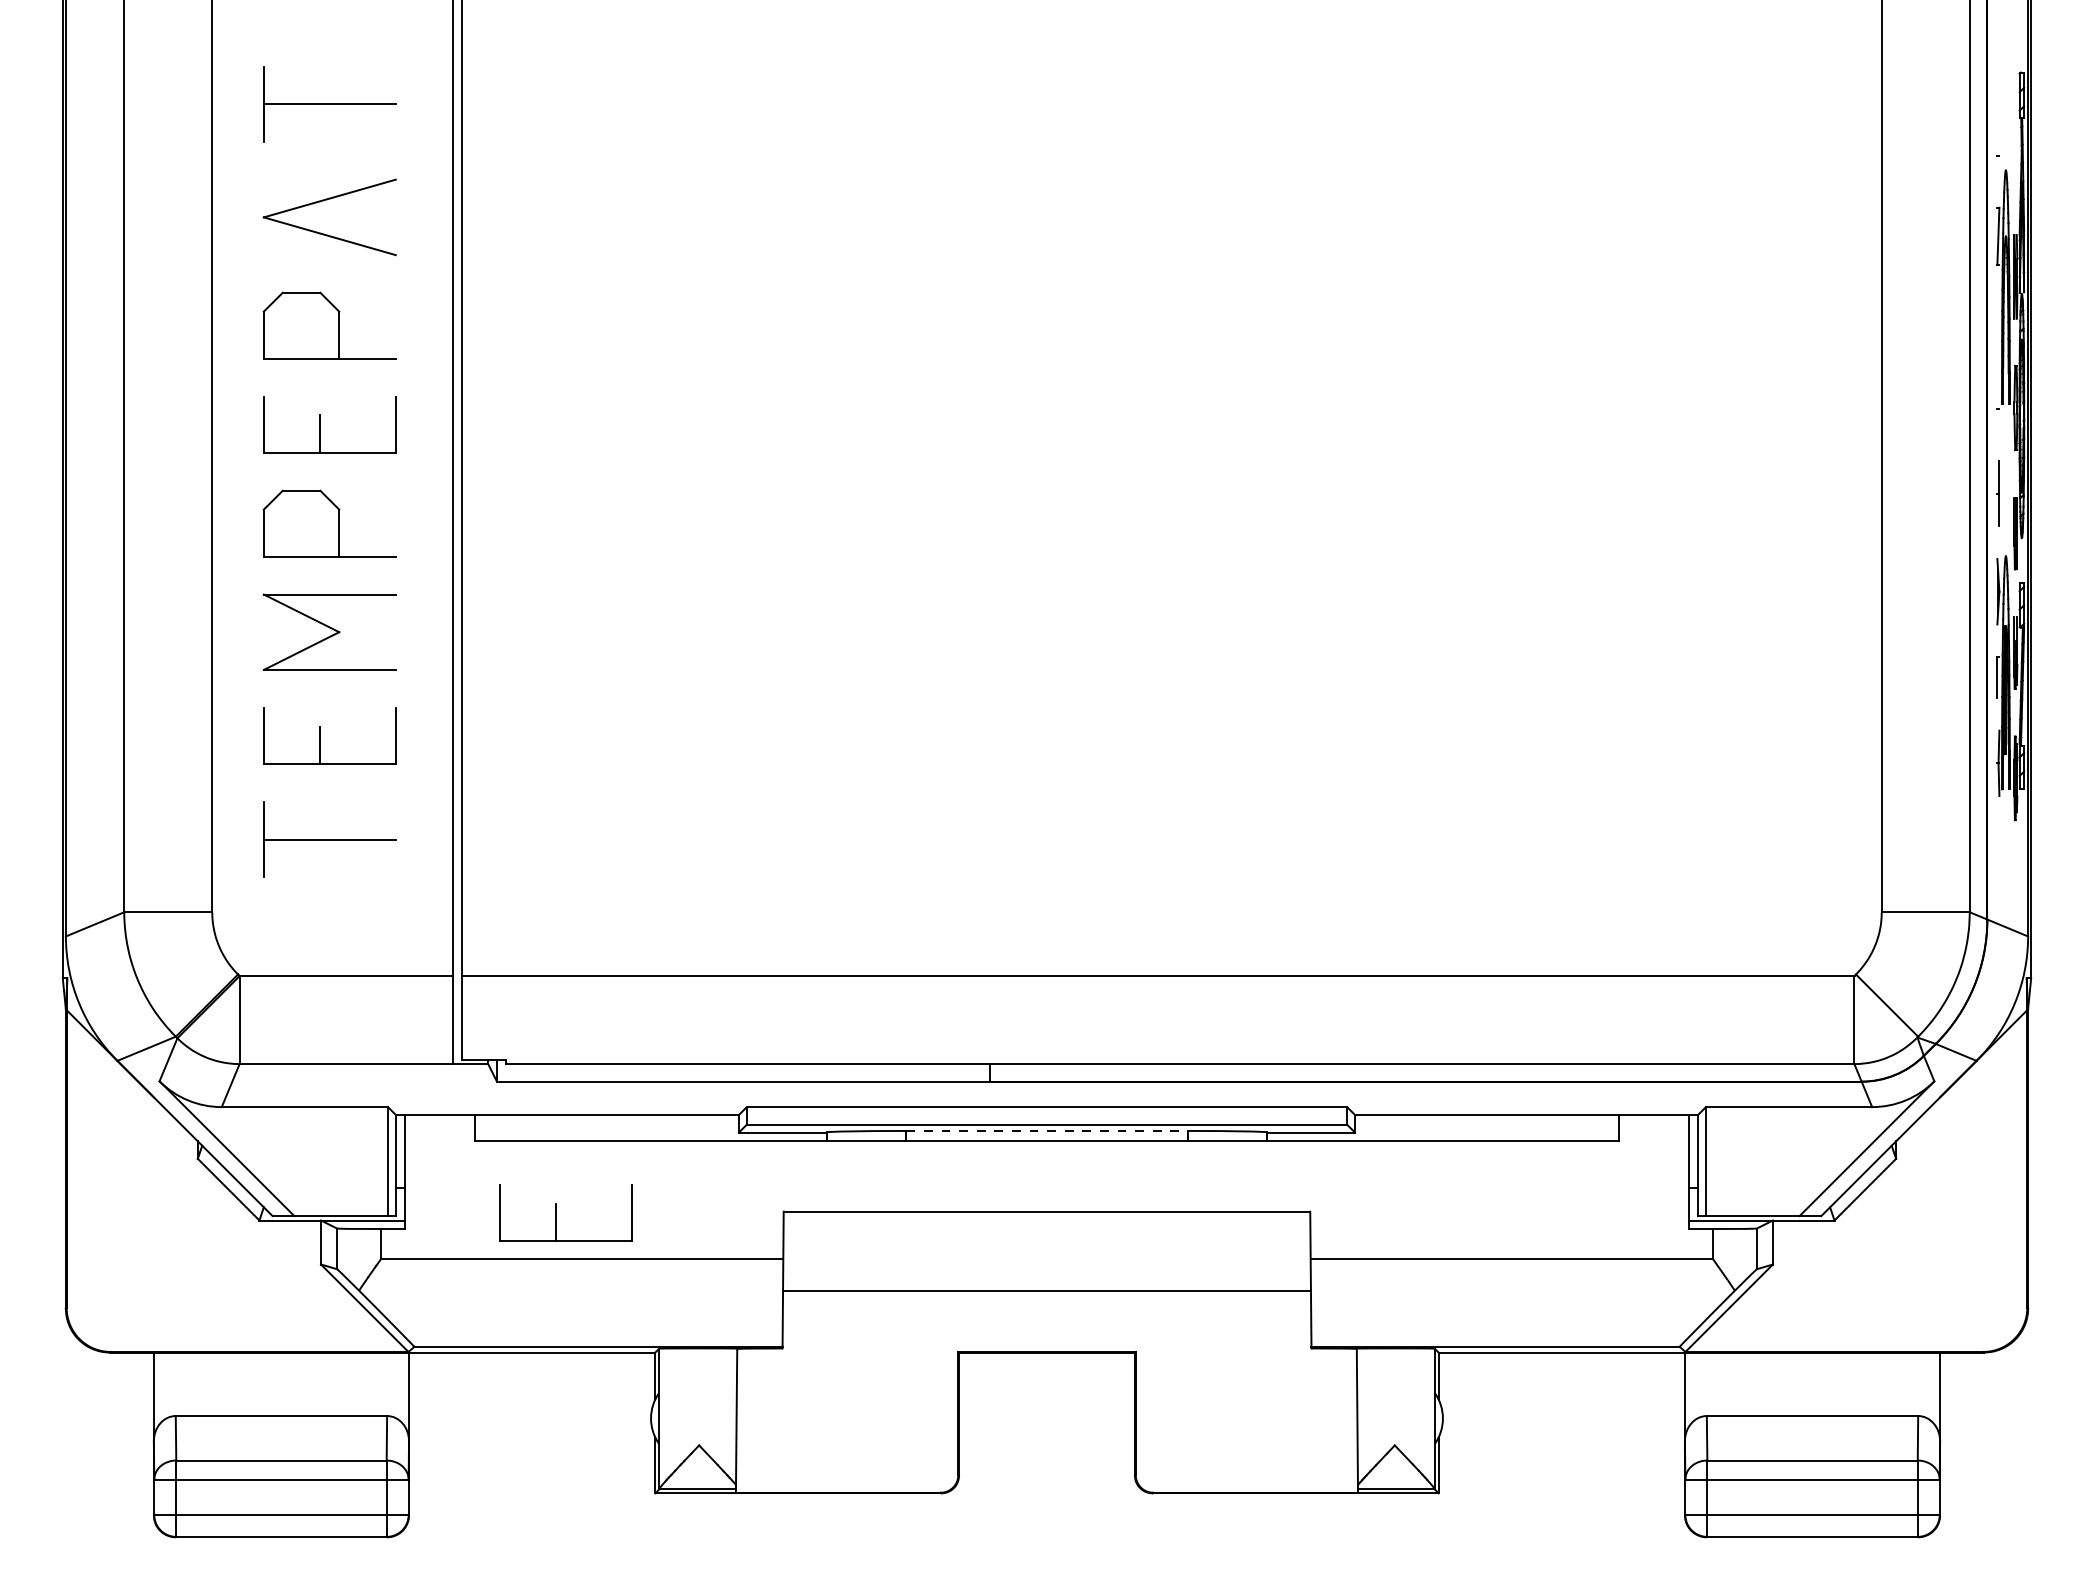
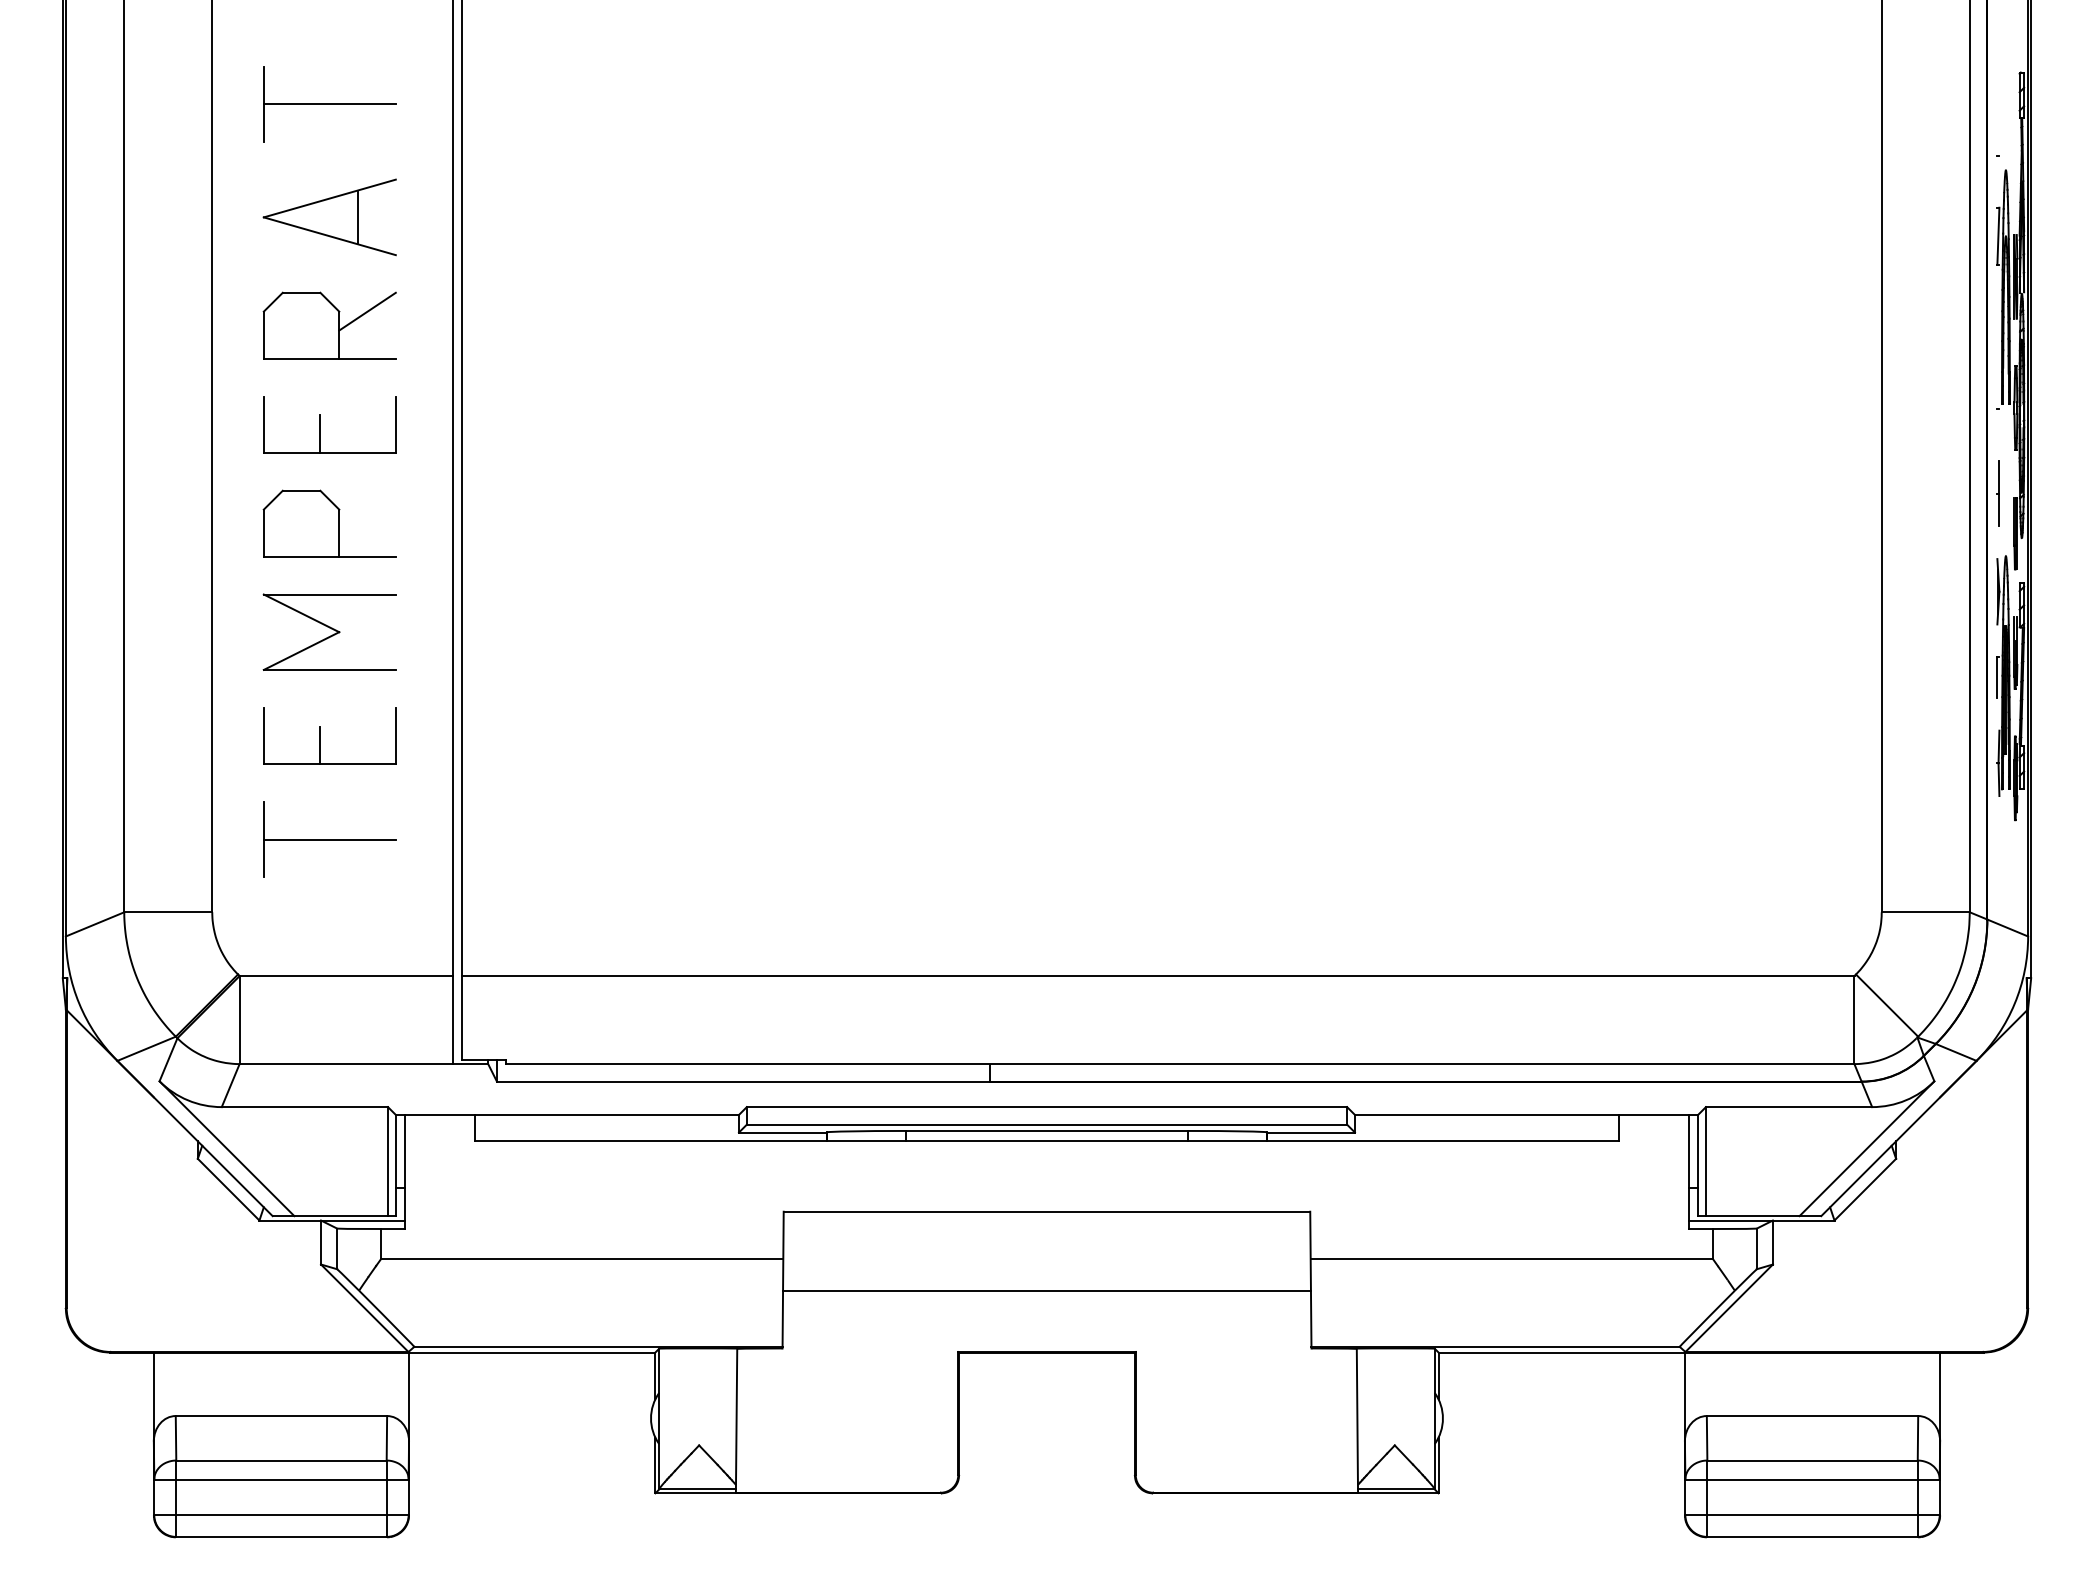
line at (358, 217): none -> present
line at (367, 311): none -> present
line at (1046, 1131): dashed -> solid
part at (556, 1212): present -> none
